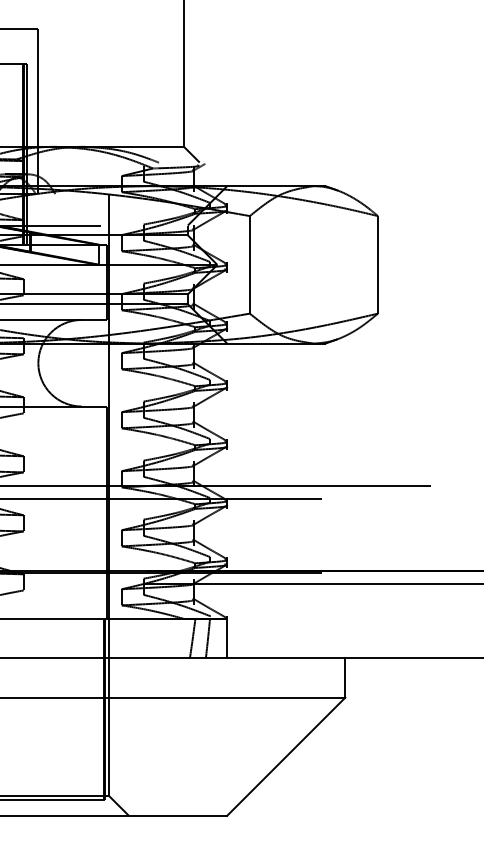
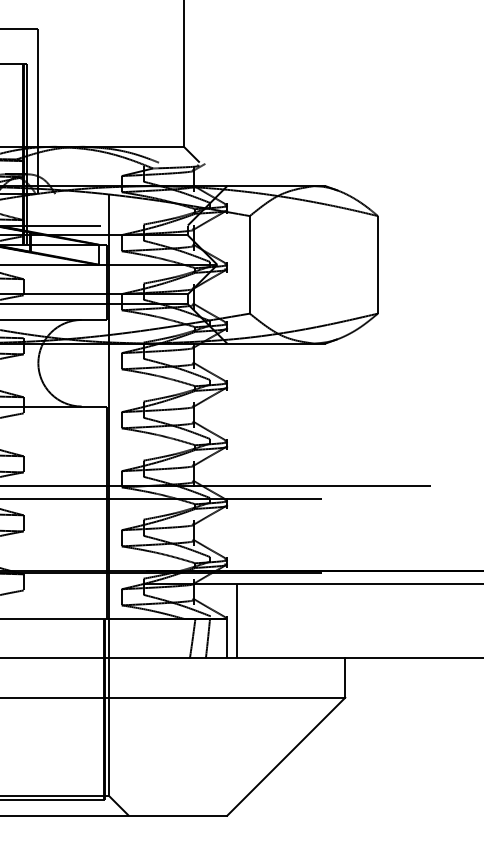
line at (236, 620): none -> present
